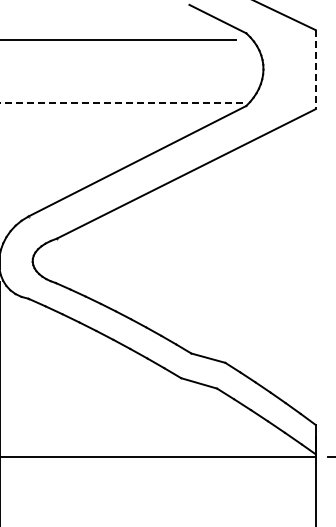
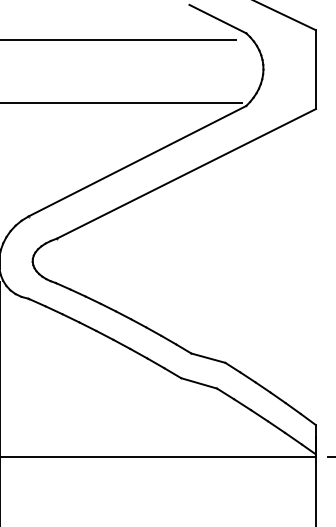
line at (315, 70): dashed -> solid
line at (121, 102): dashed -> solid
